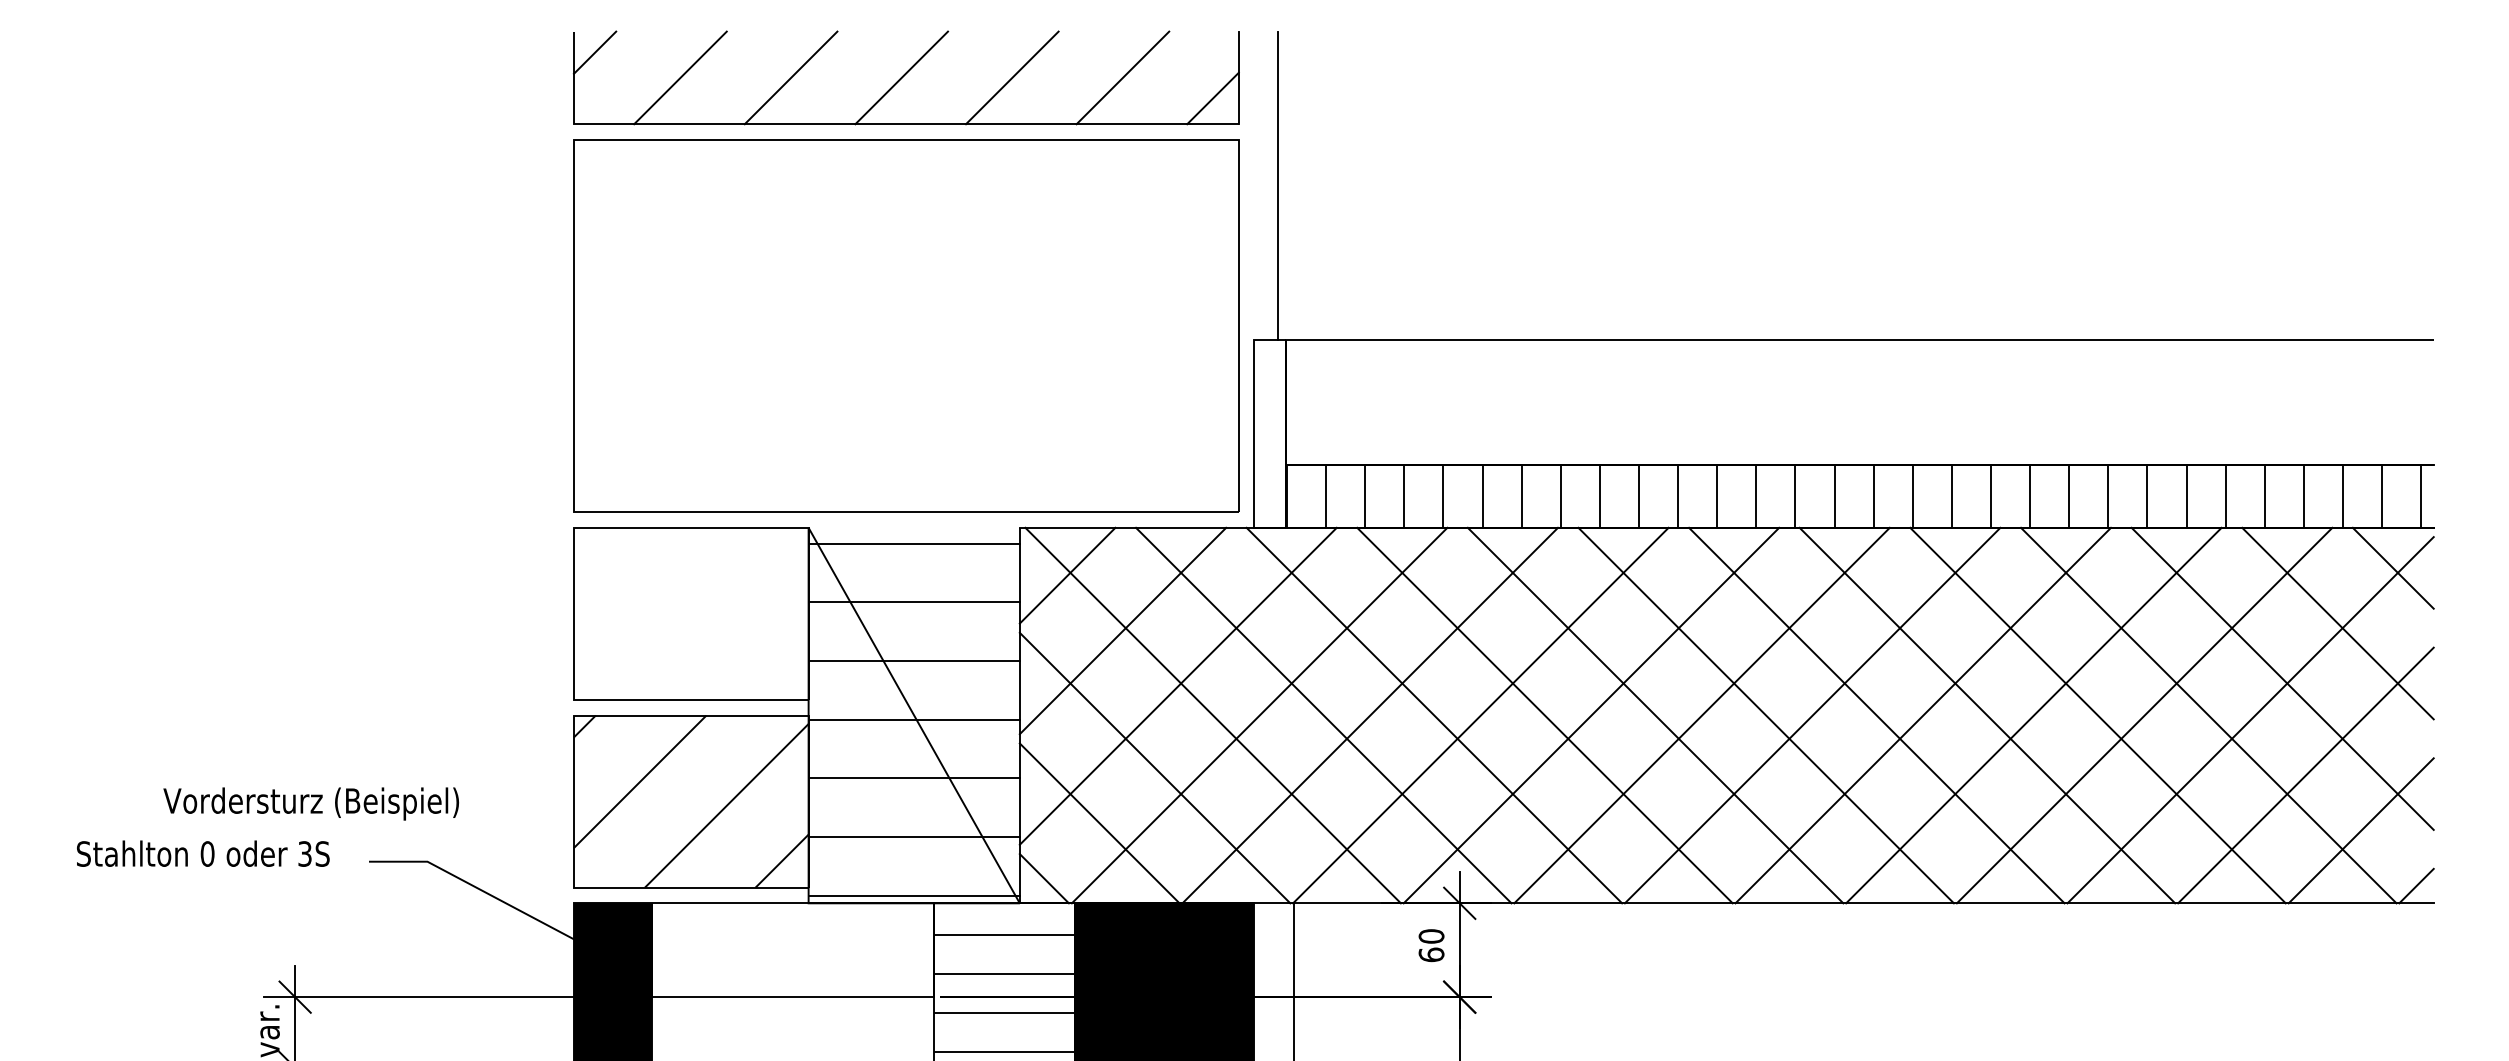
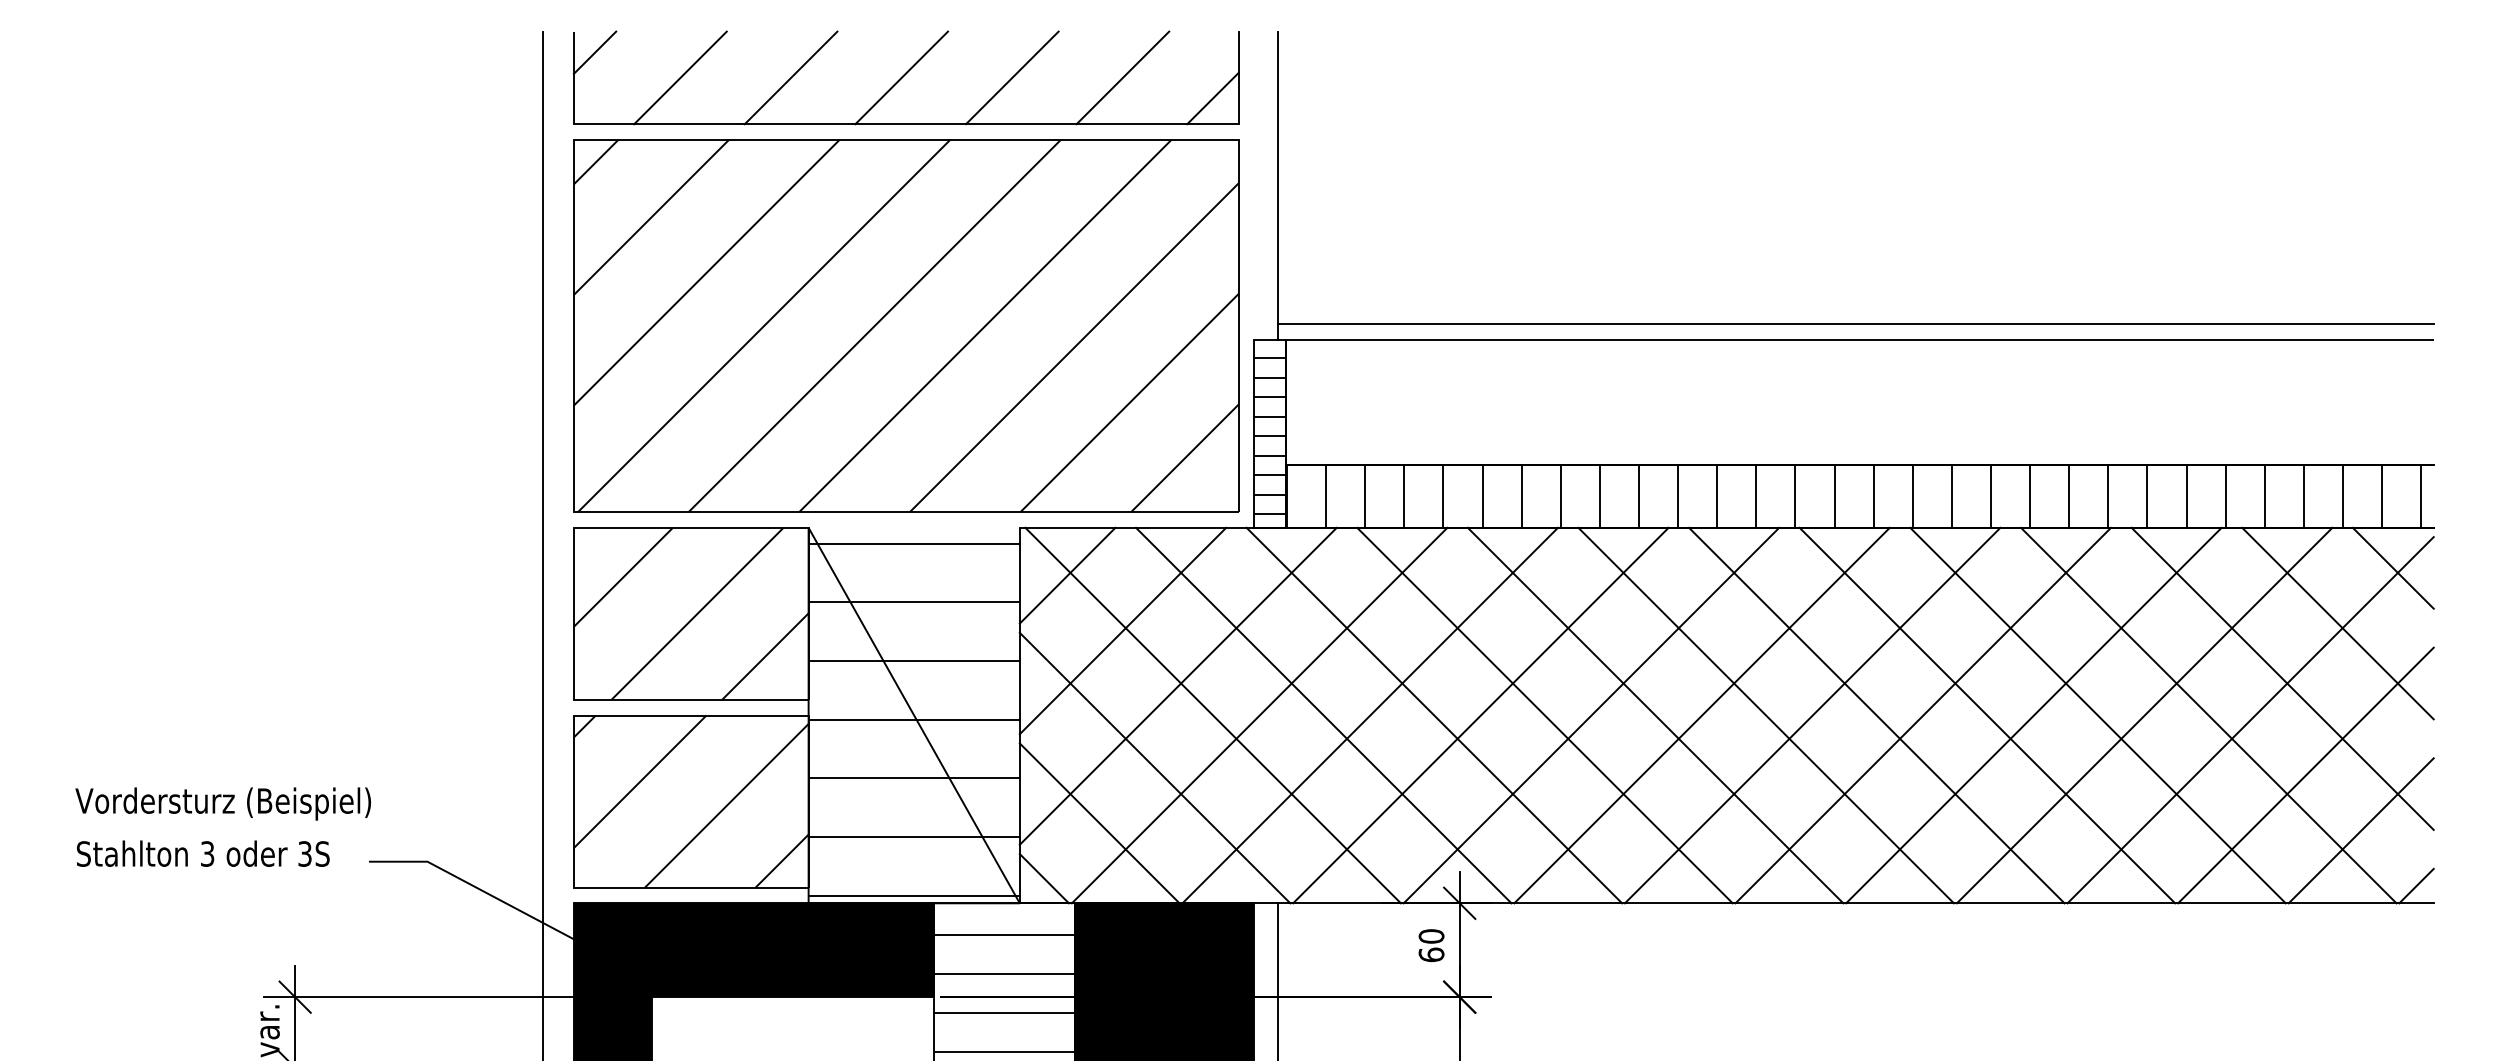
line at (1855, 324): none -> present
hatch at (905, 325): none -> present
hatch at (1269, 436): none -> present
line at (542, 544): none -> present
hatch at (690, 613): none -> present
text at (310, 803) position: (310, 803) -> (222, 803)
text at (207, 853): 0 -> 3
fill at (792, 950): none -> present
line at (1293, 980) position: (1293, 980) -> (1277, 980)
